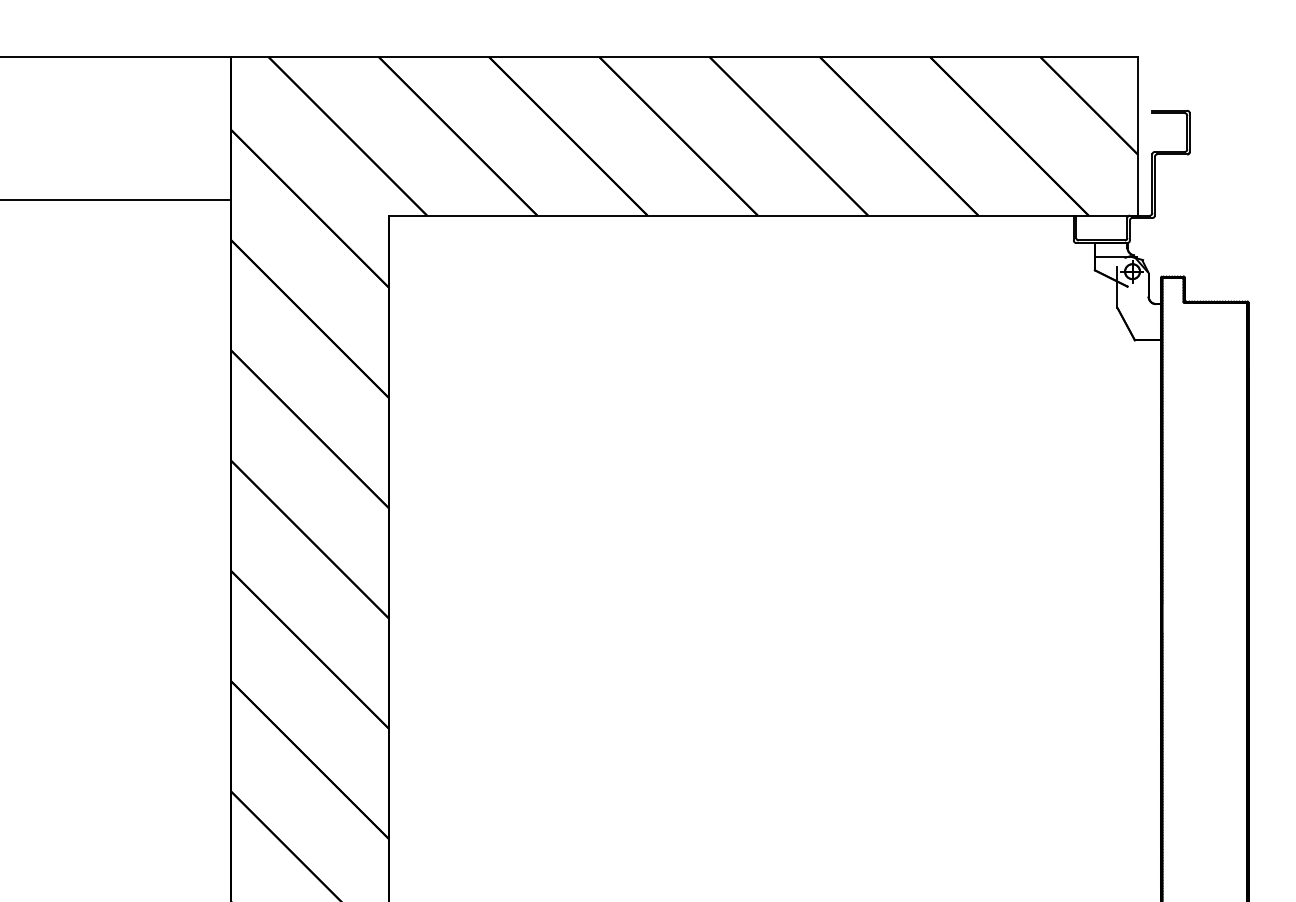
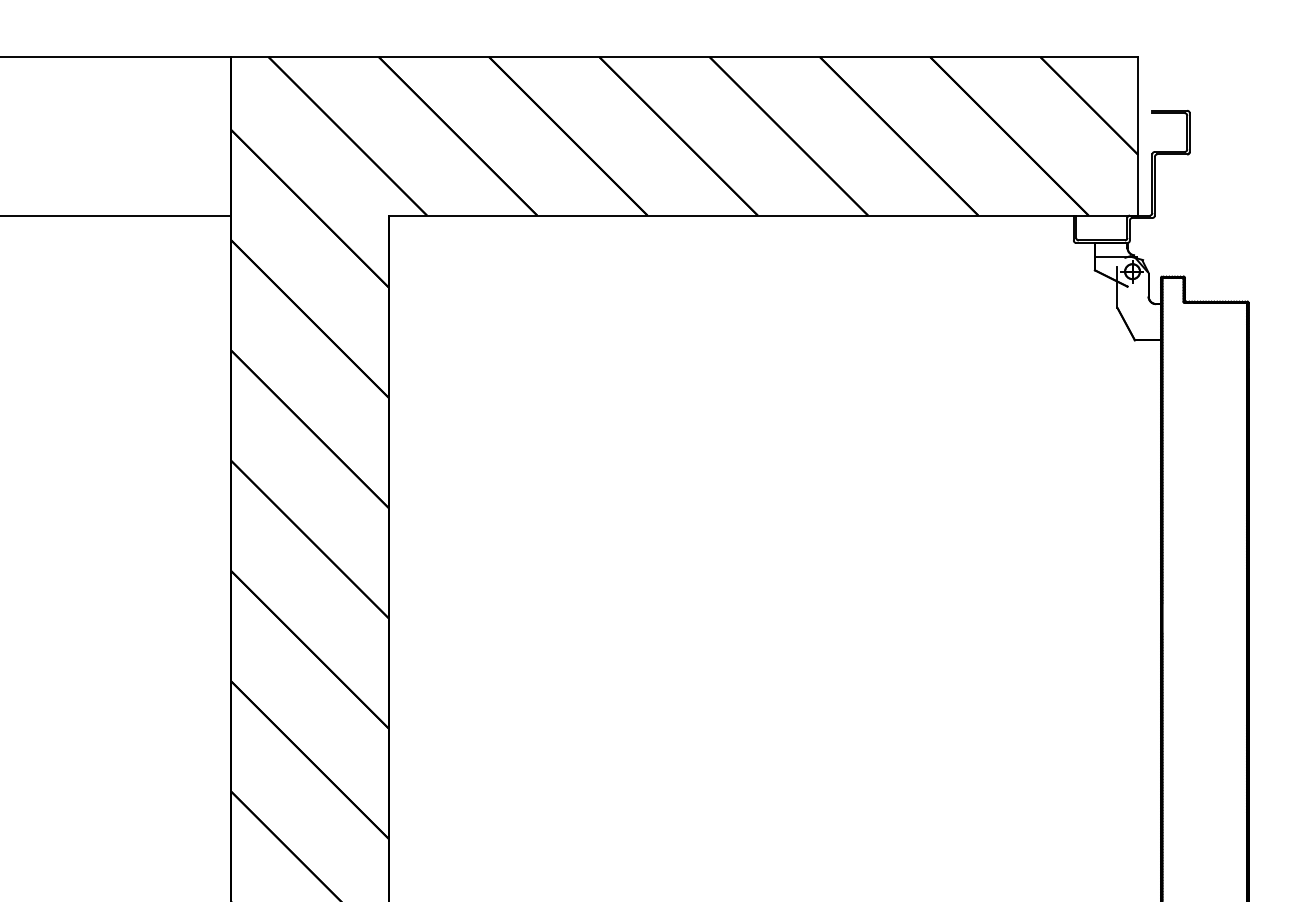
line at (116, 199) position: (116, 199) -> (116, 215)
